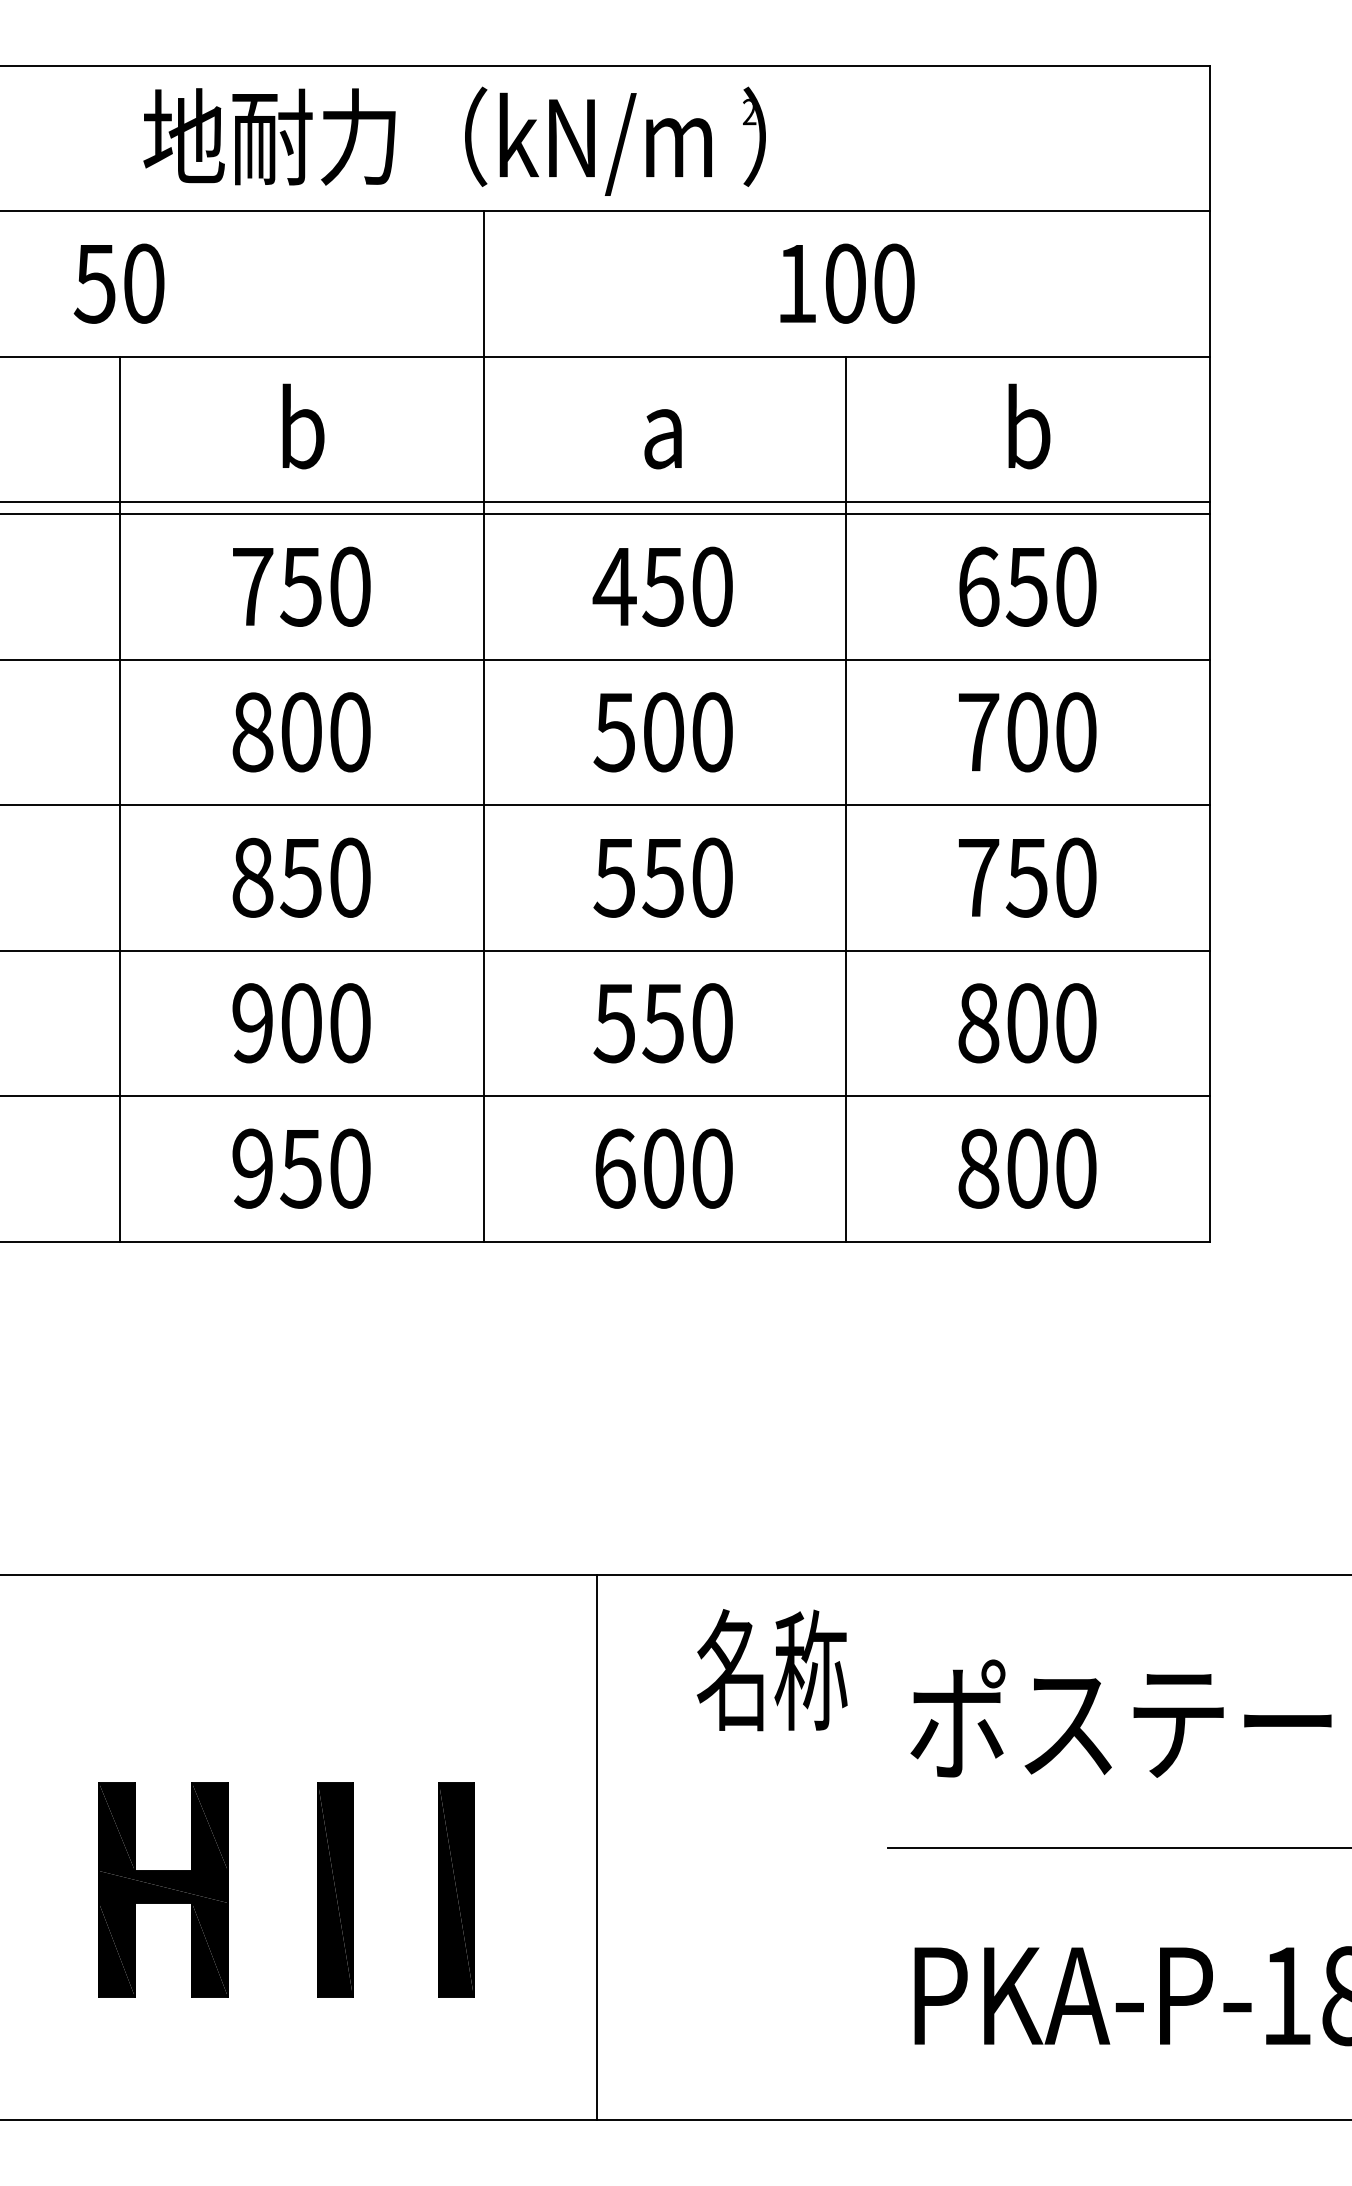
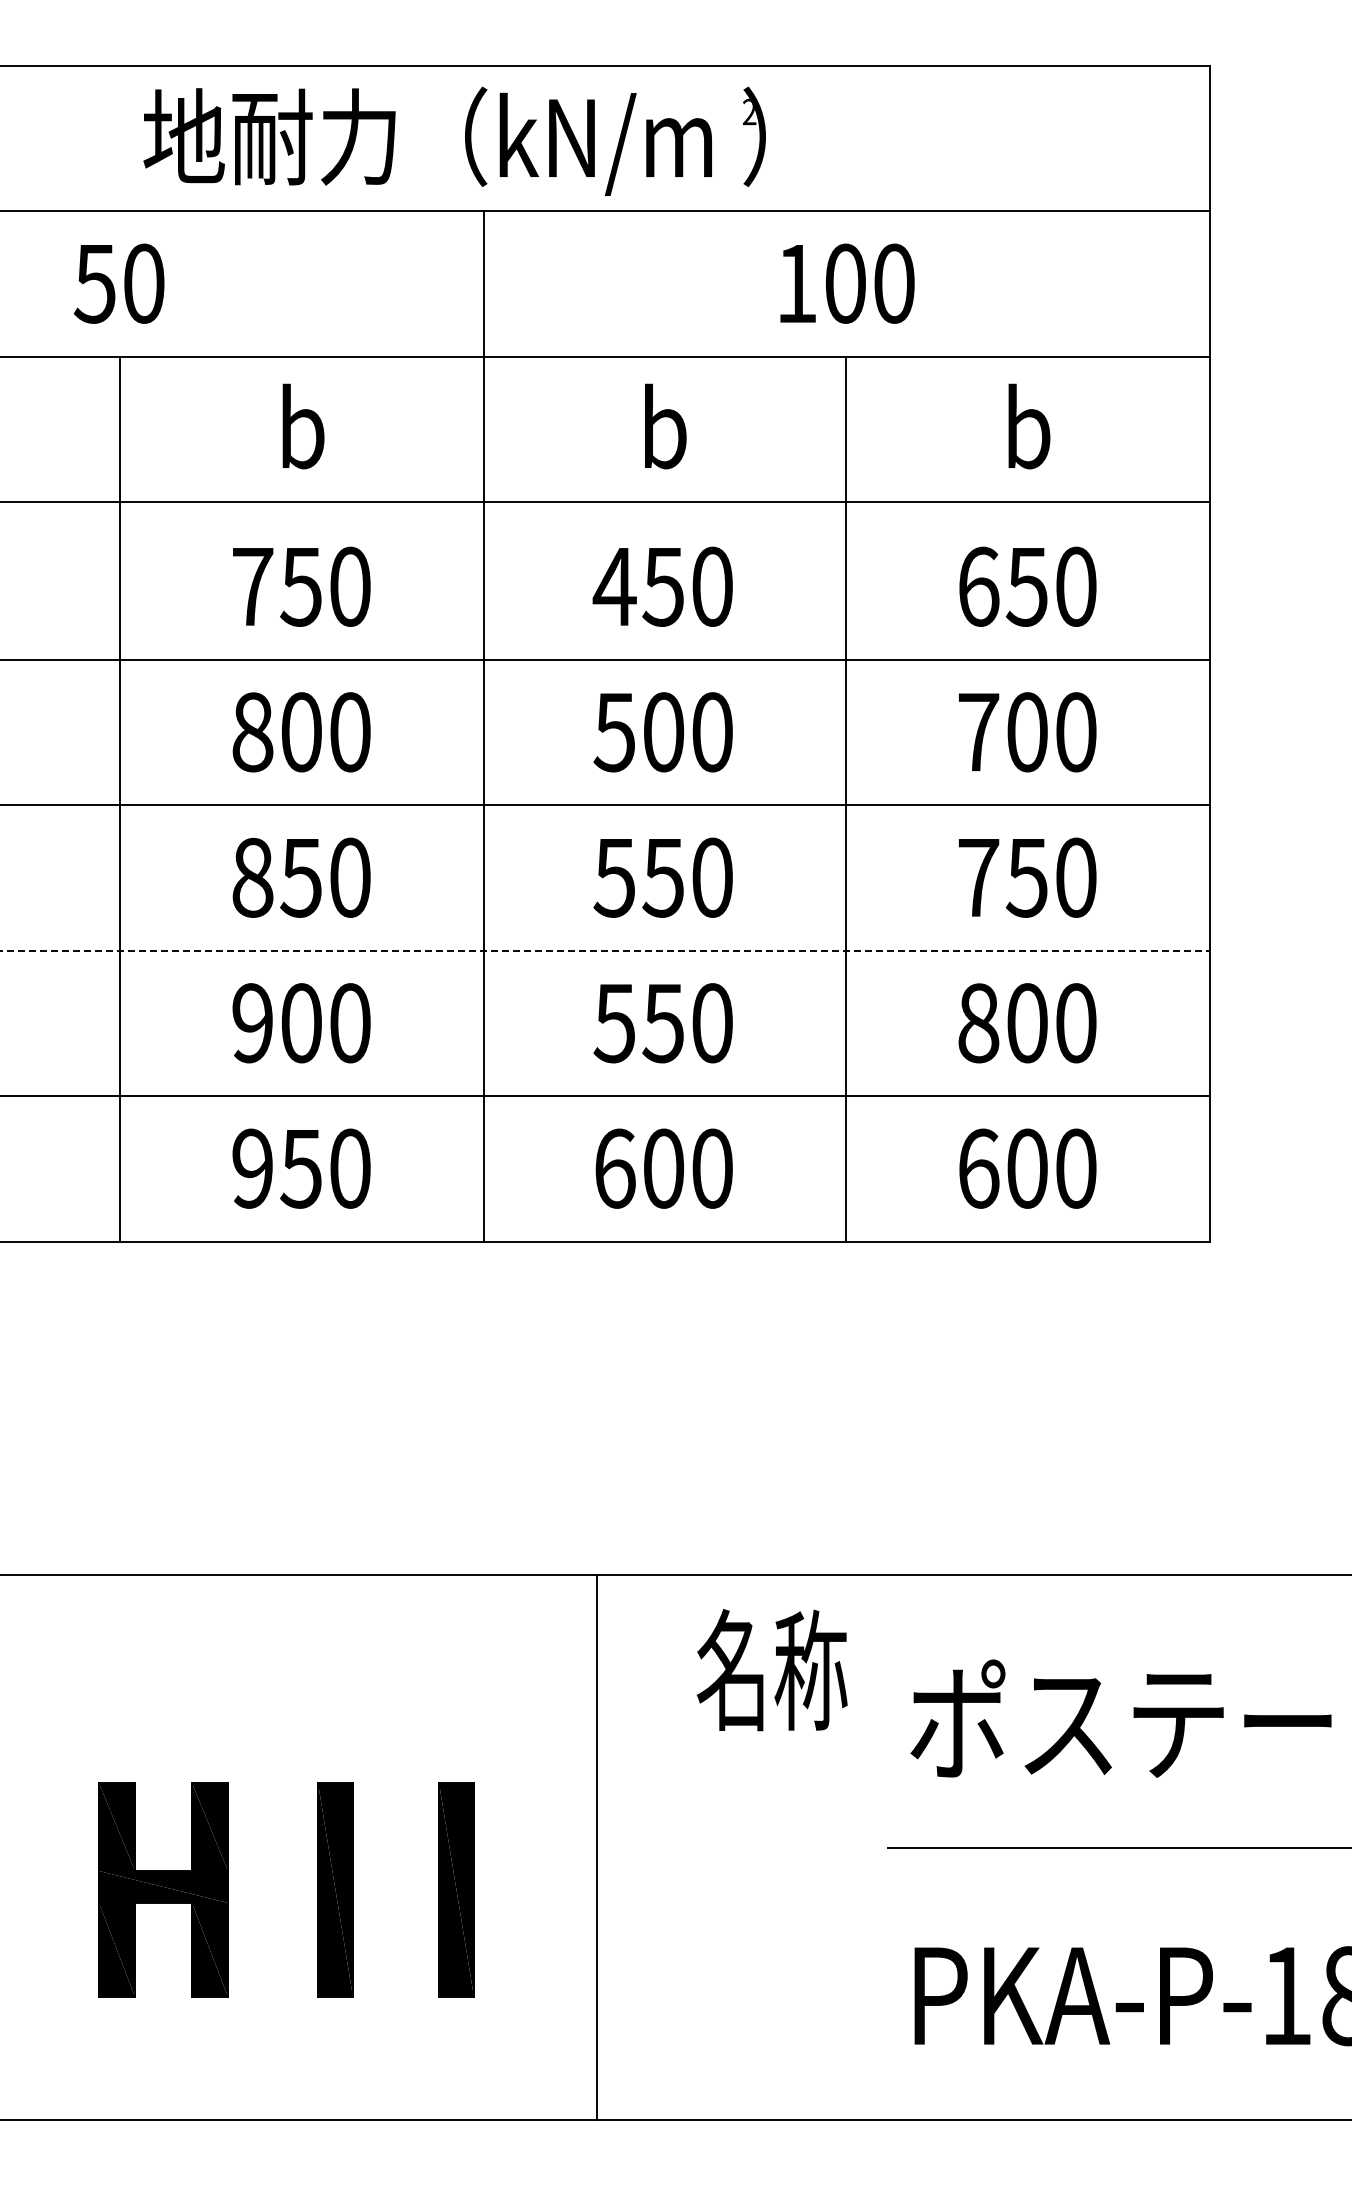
text at (665, 426): a -> b
line at (605, 514): present -> none
line at (604, 950): solid -> dashed
text at (978, 1168): 800 -> 600
